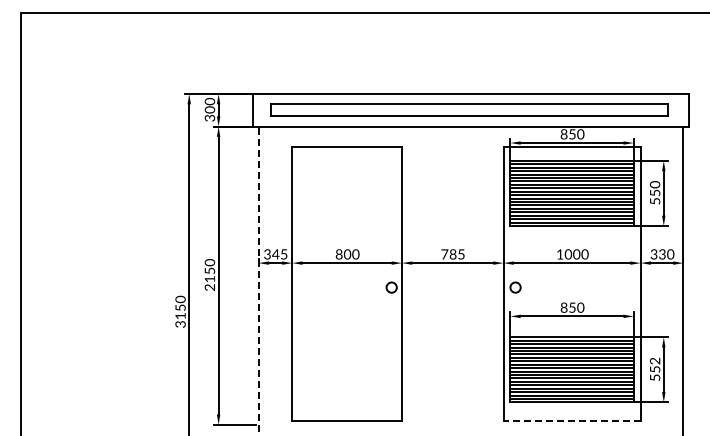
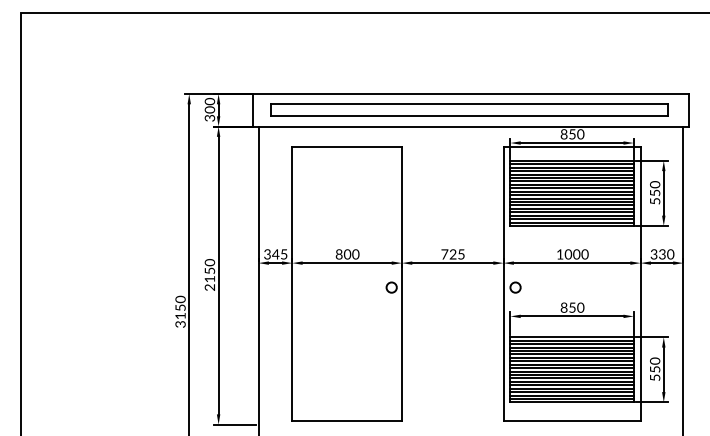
text at (452, 254): 785 -> 725
line at (258, 280): dashed -> solid
text at (656, 360): 552 -> 550
line at (572, 421): dashed -> solid
